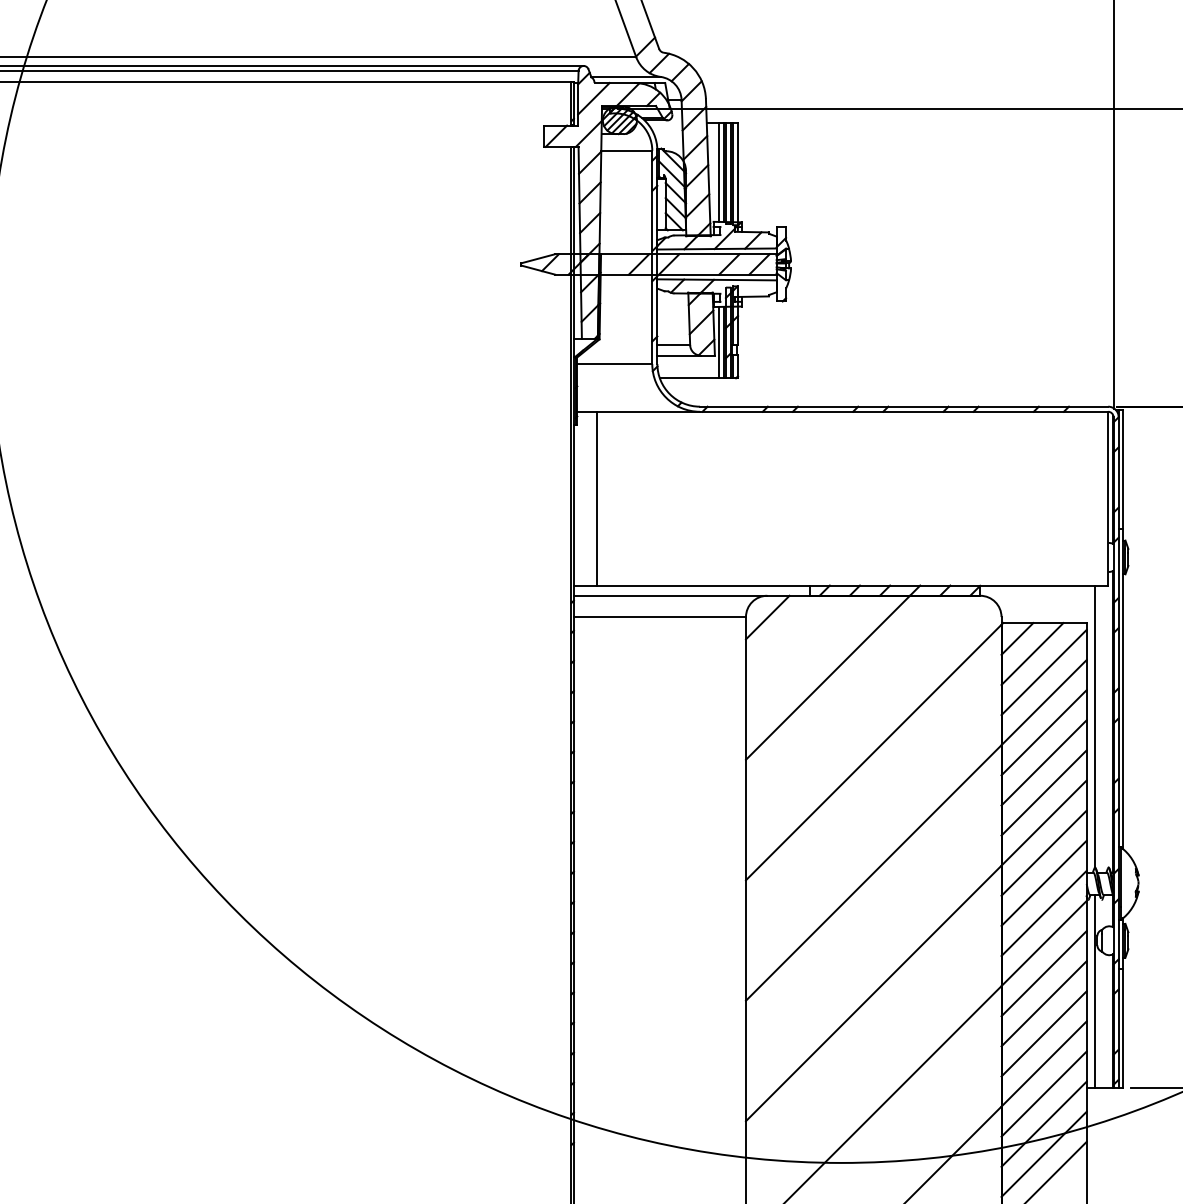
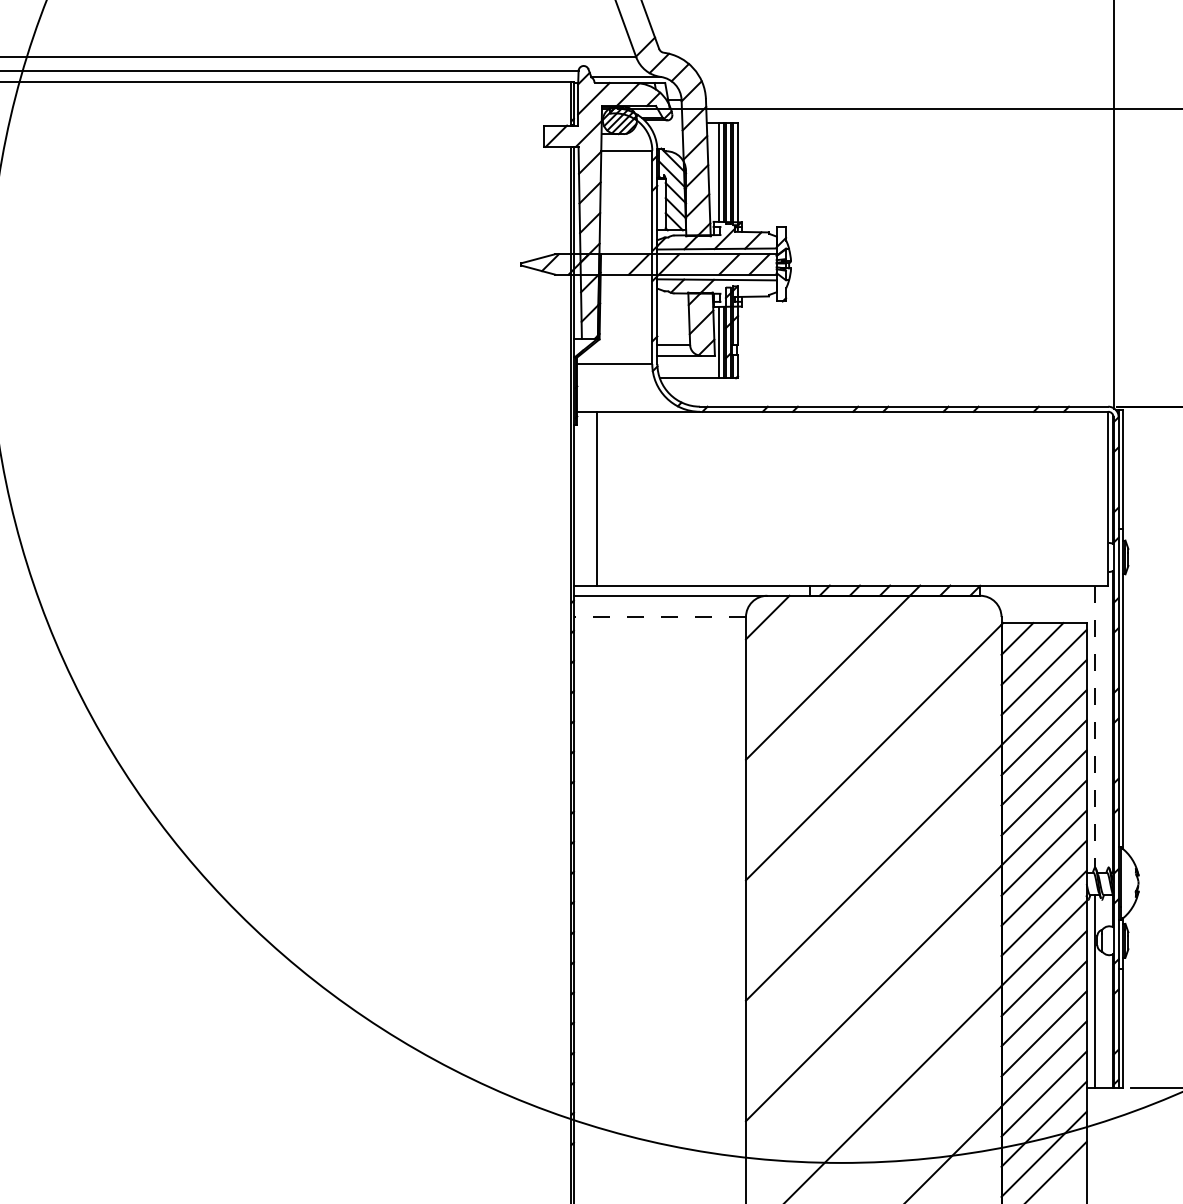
line at (292, 65): present -> none
line at (659, 617): solid -> dashed
line at (1094, 727): solid -> dashed
